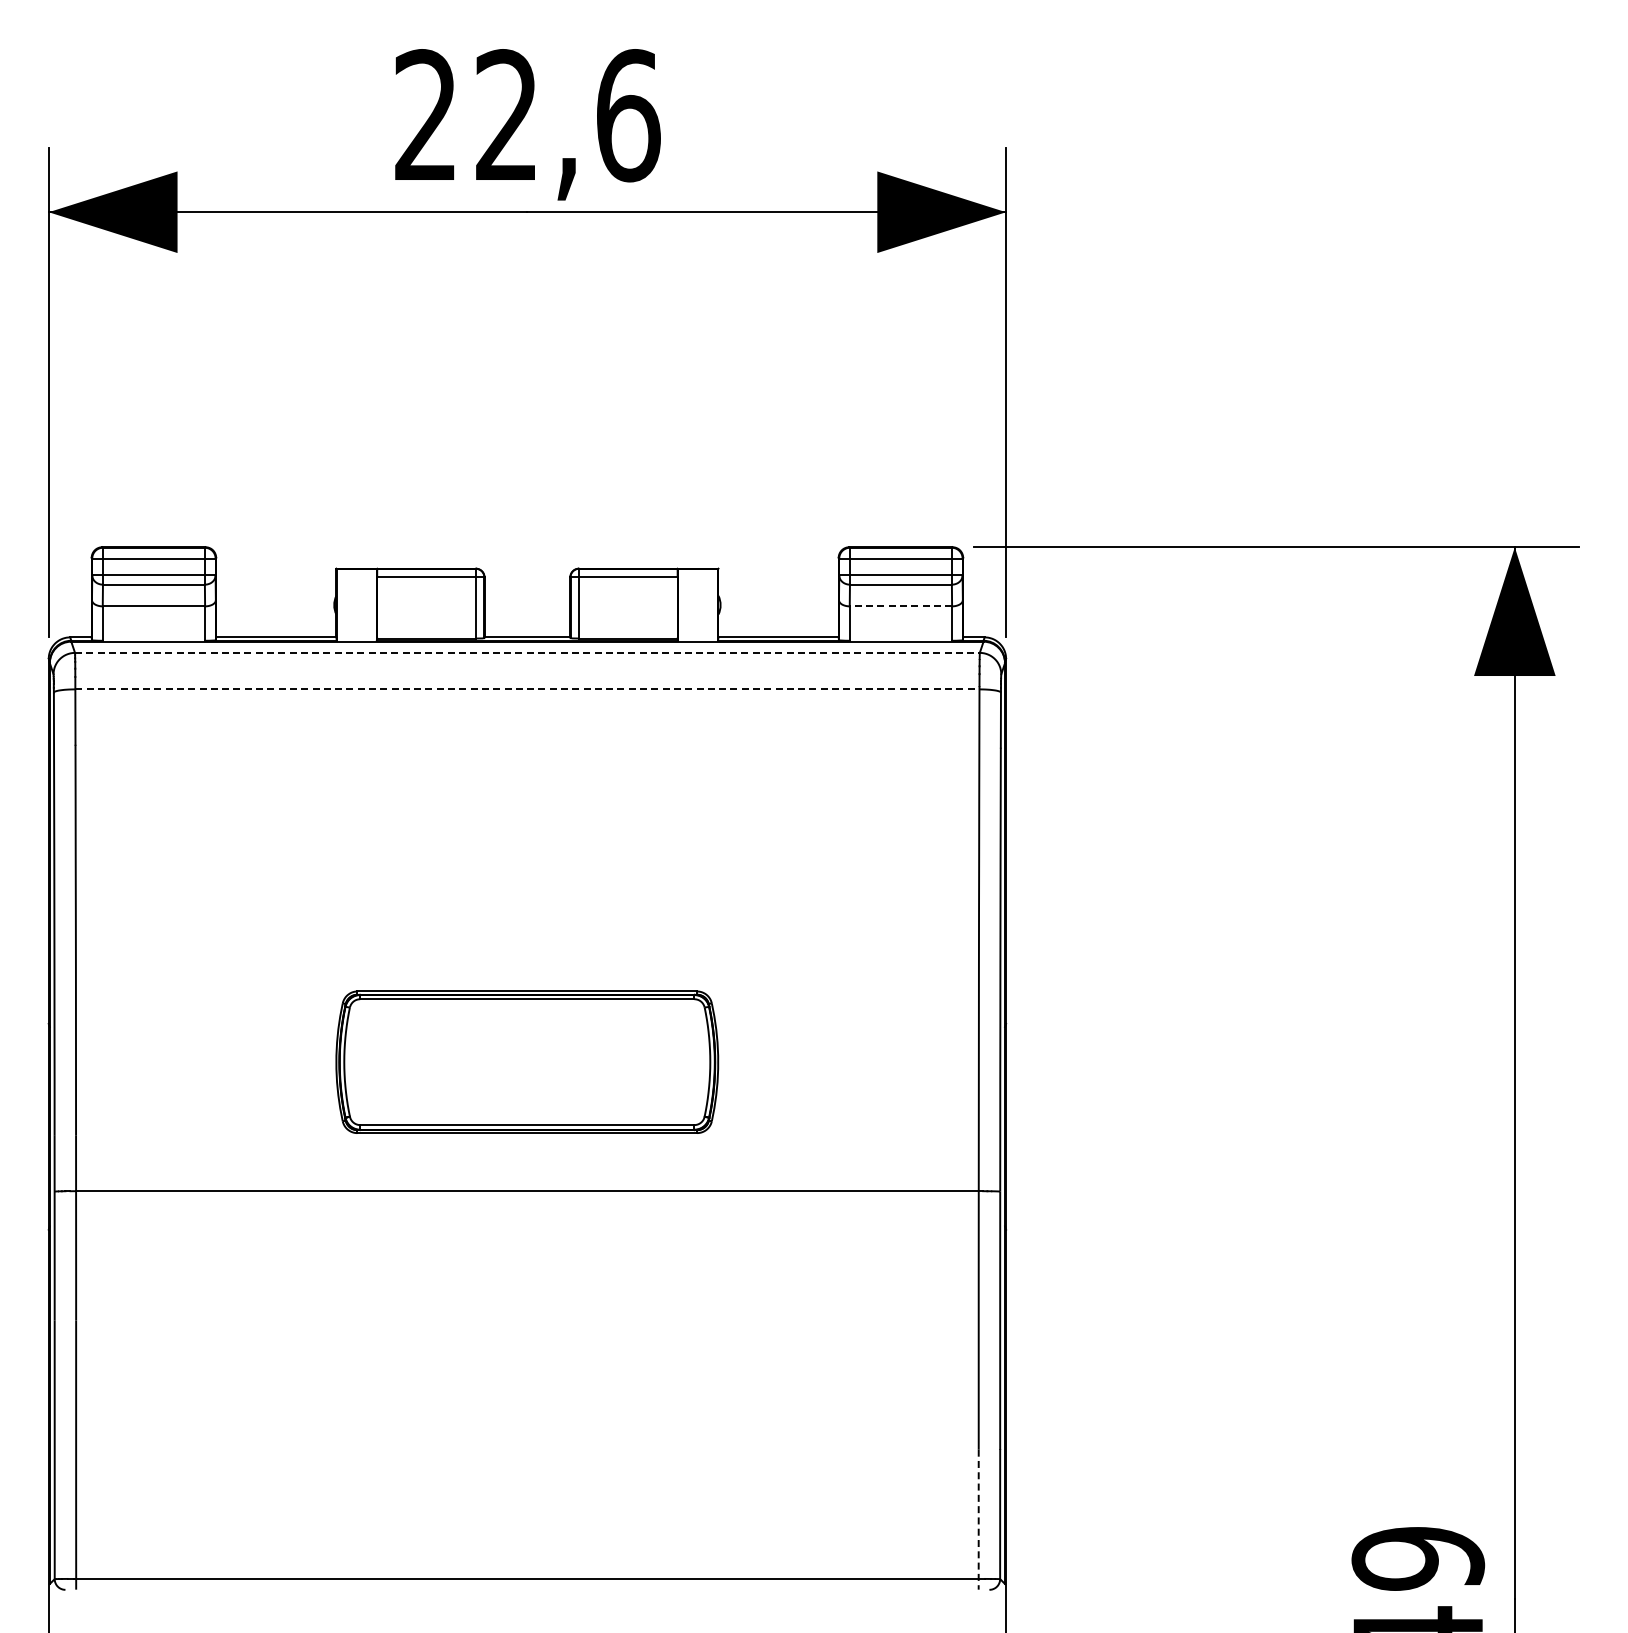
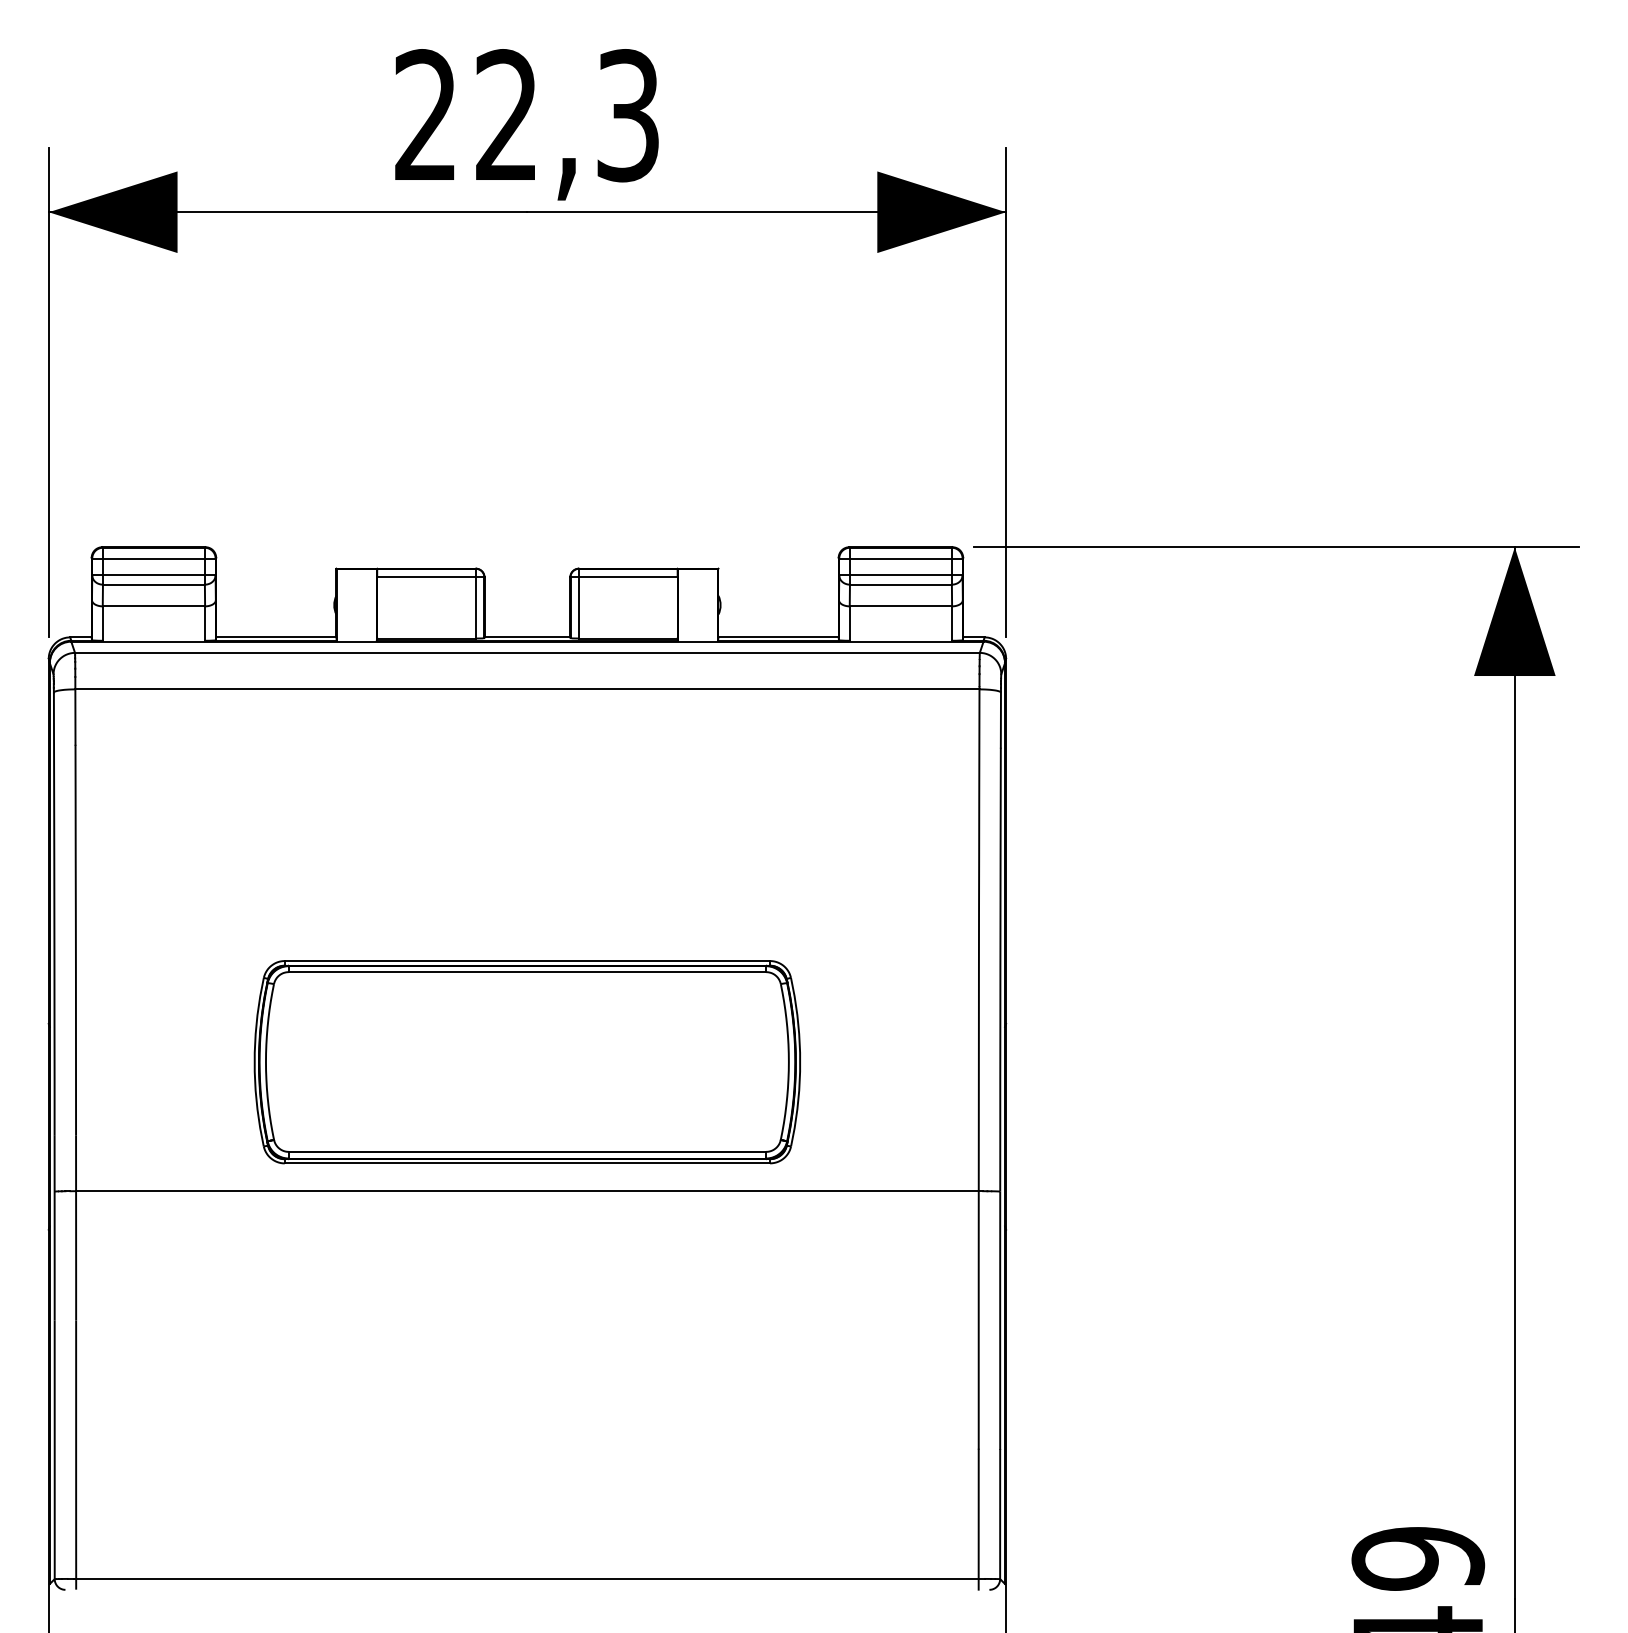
text at (628, 115): 22,6 -> 22,3
line at (900, 606): dashed -> solid
line at (527, 652): dashed -> solid
line at (527, 689): dashed -> solid
part at (527, 1061) size: 385x144 px -> 548x205 px
line at (978, 1519): dashed -> solid
